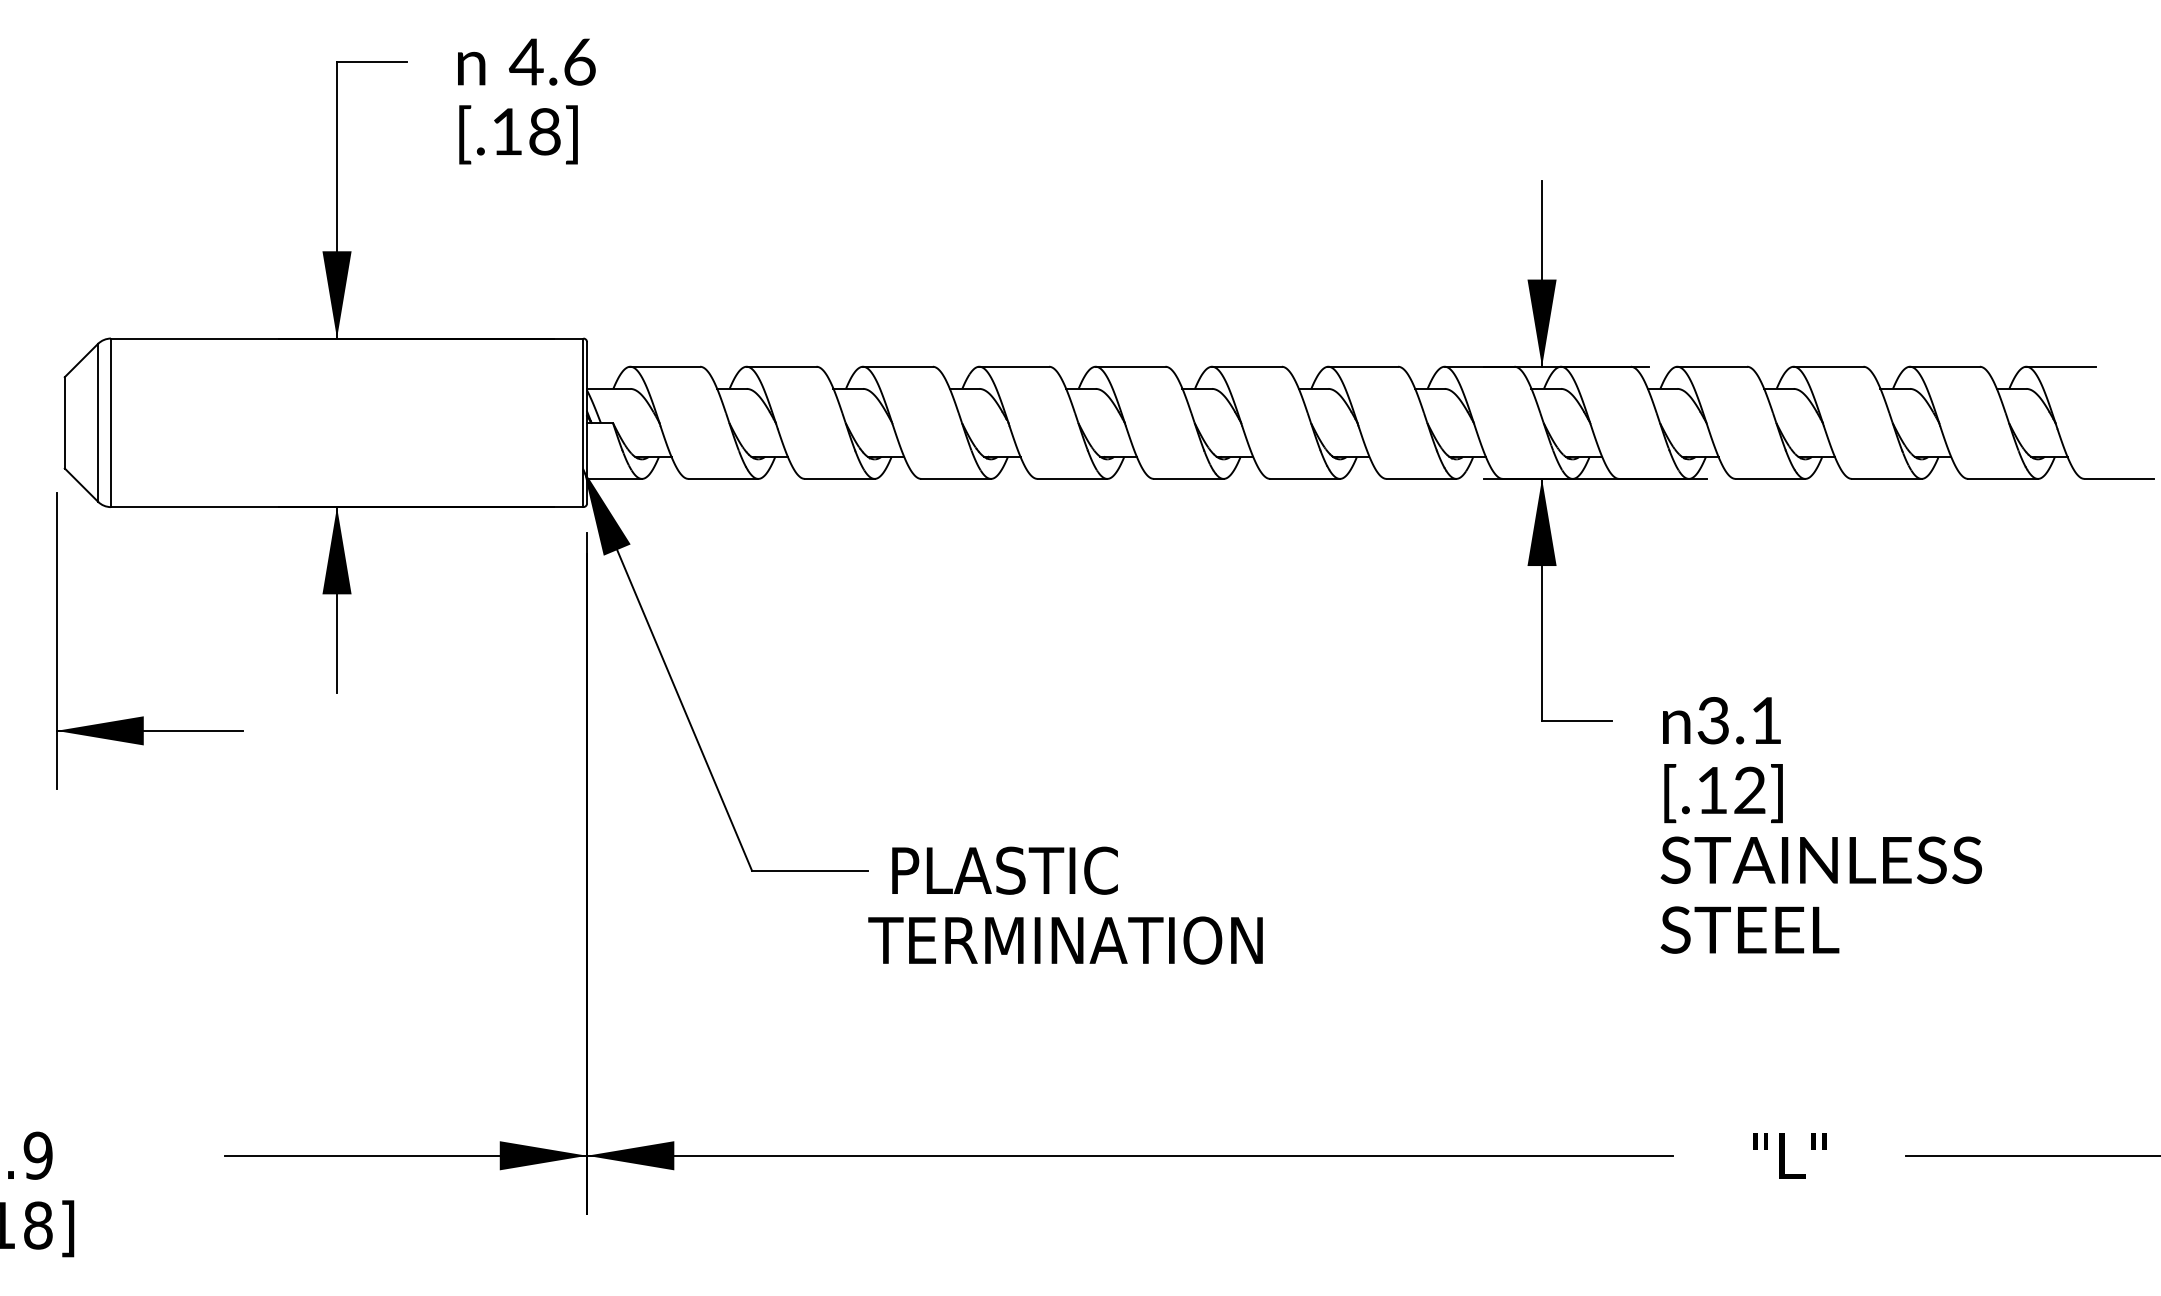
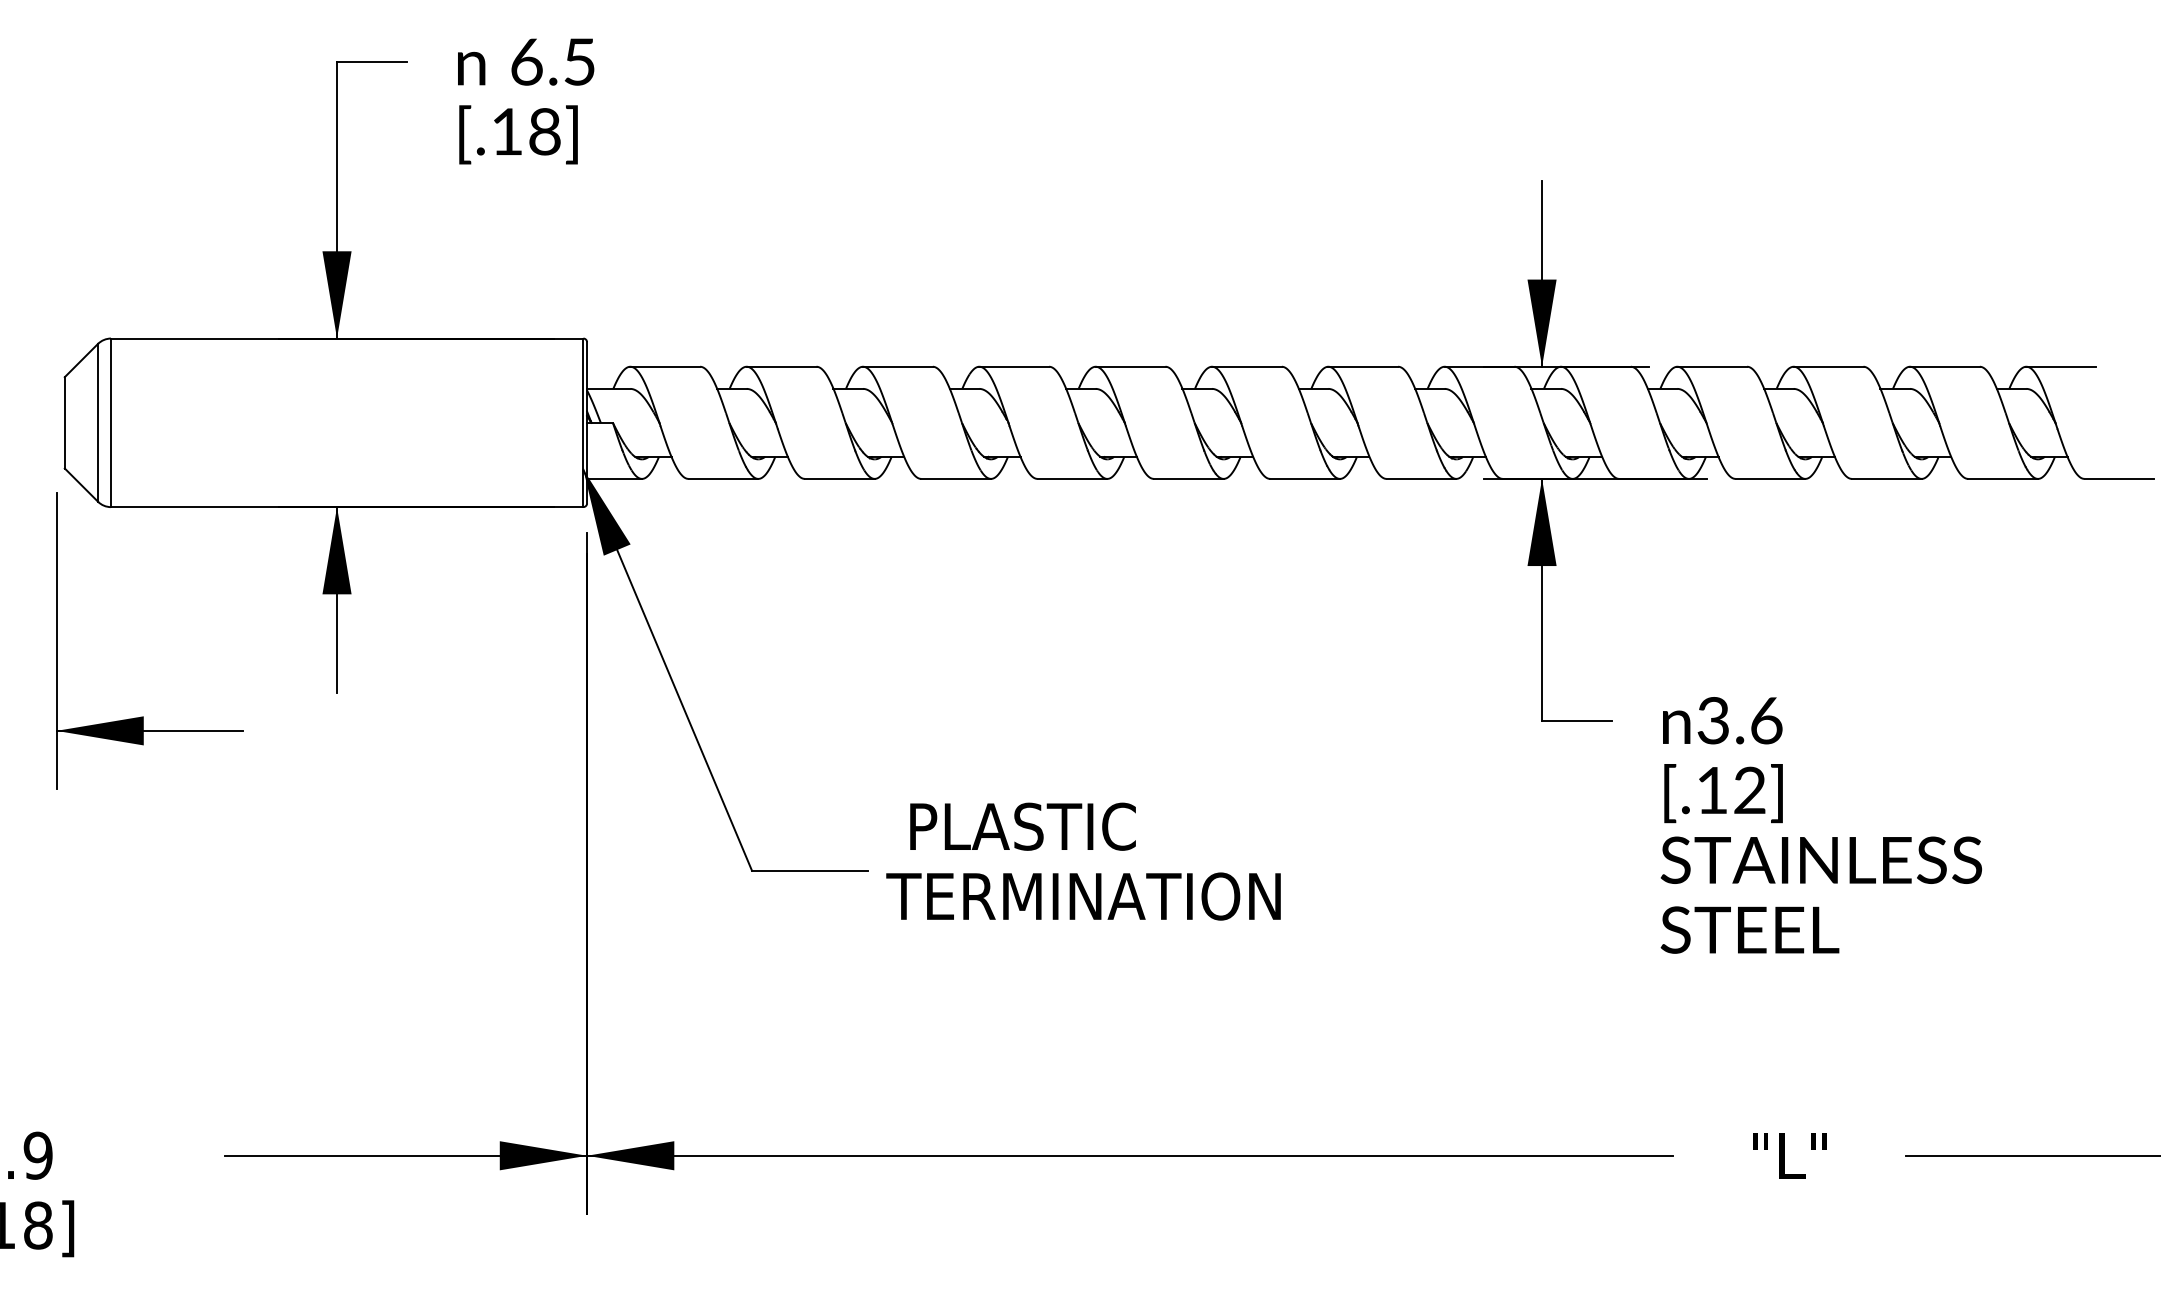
text at (552, 61): 4.6 -> 6.5
text at (1766, 720): 3.1 -> 3.6
text at (1065, 905) position: (1065, 905) -> (1083, 861)
